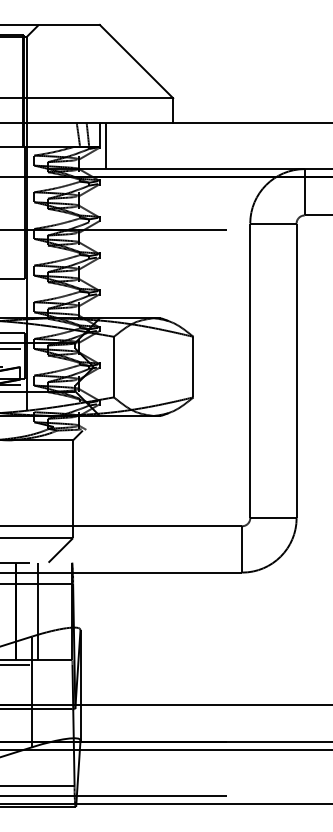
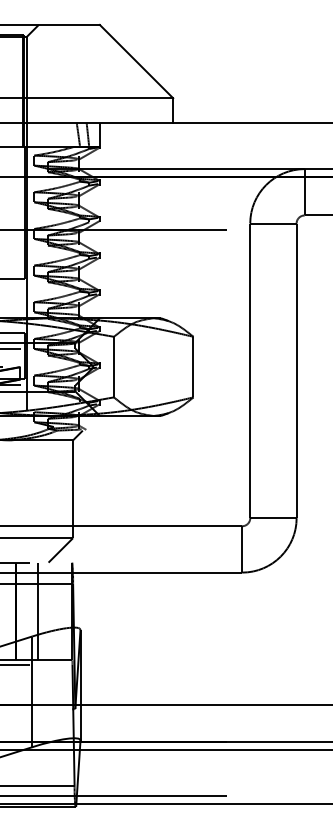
line at (105, 145): present -> none
line at (37, 709): present -> none
